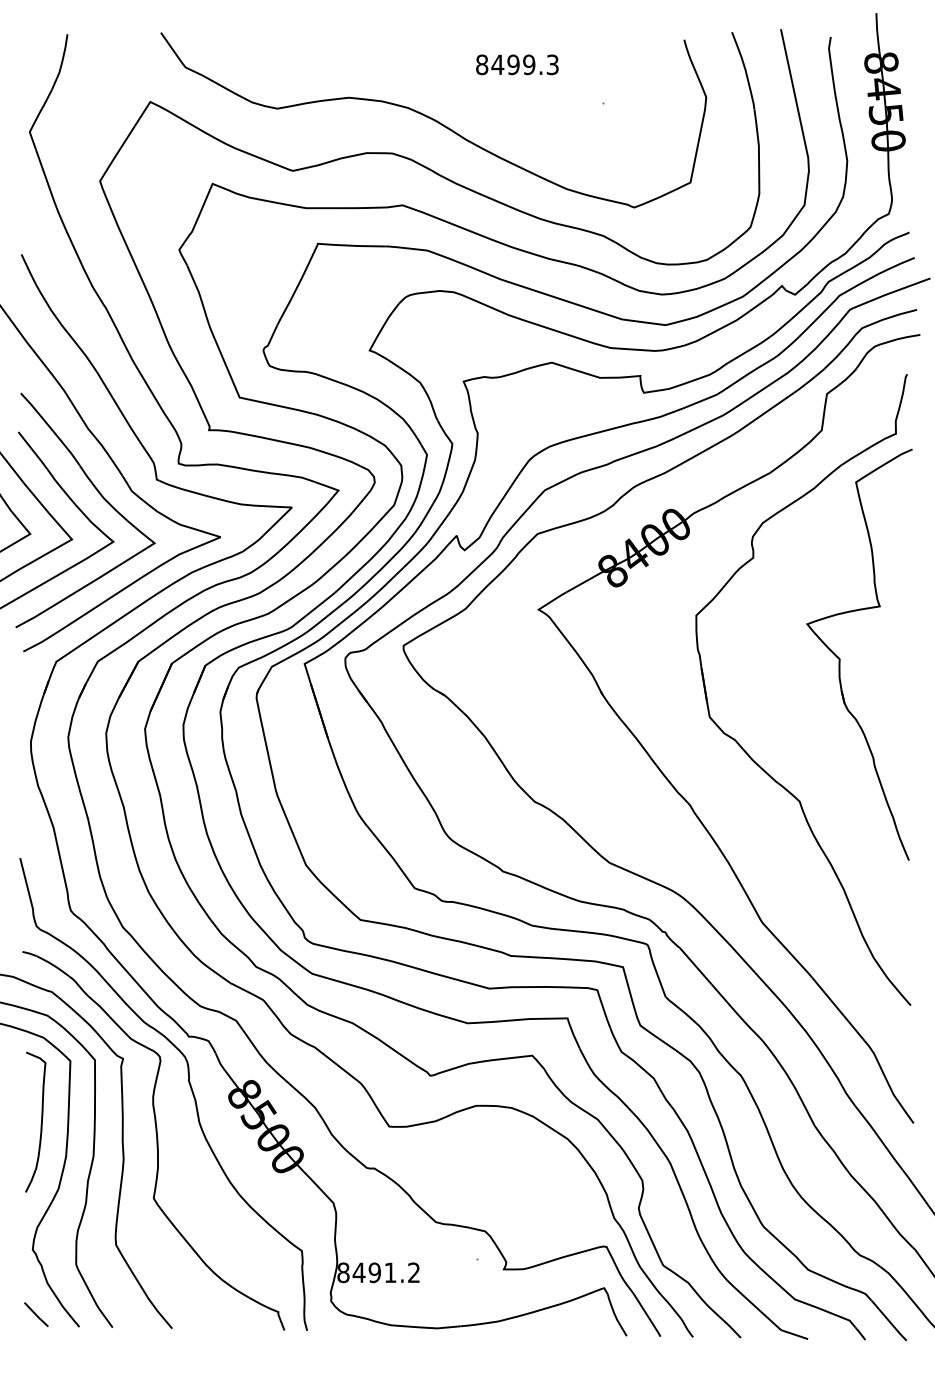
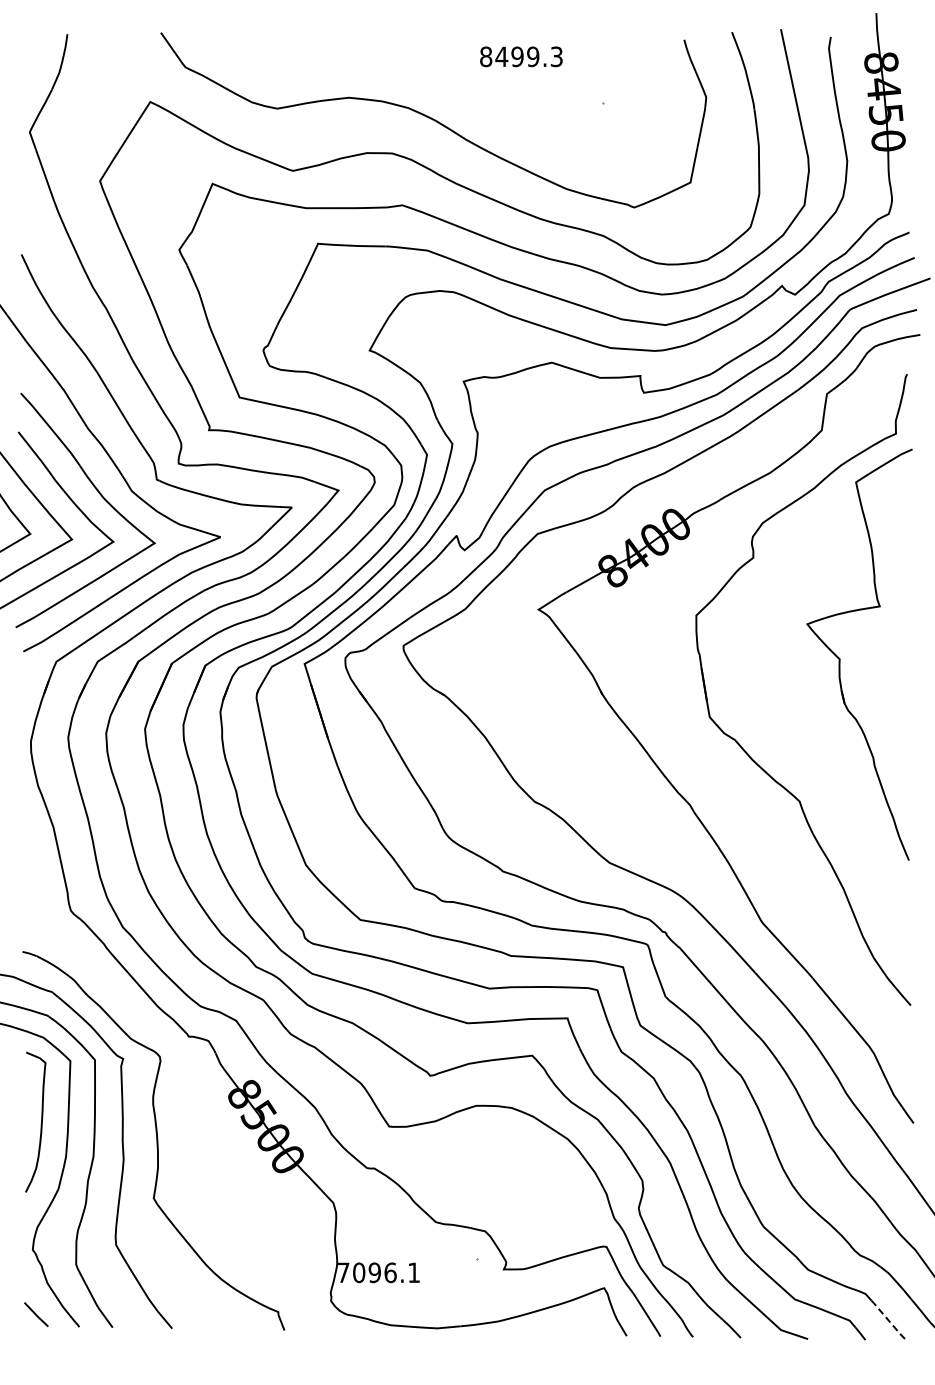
text at (517, 64) position: (517, 64) -> (521, 56)
curve at (189, 1086): present -> none
text at (378, 1272): 8491.2 -> 7096.1
line at (889, 1320): solid -> dashed
